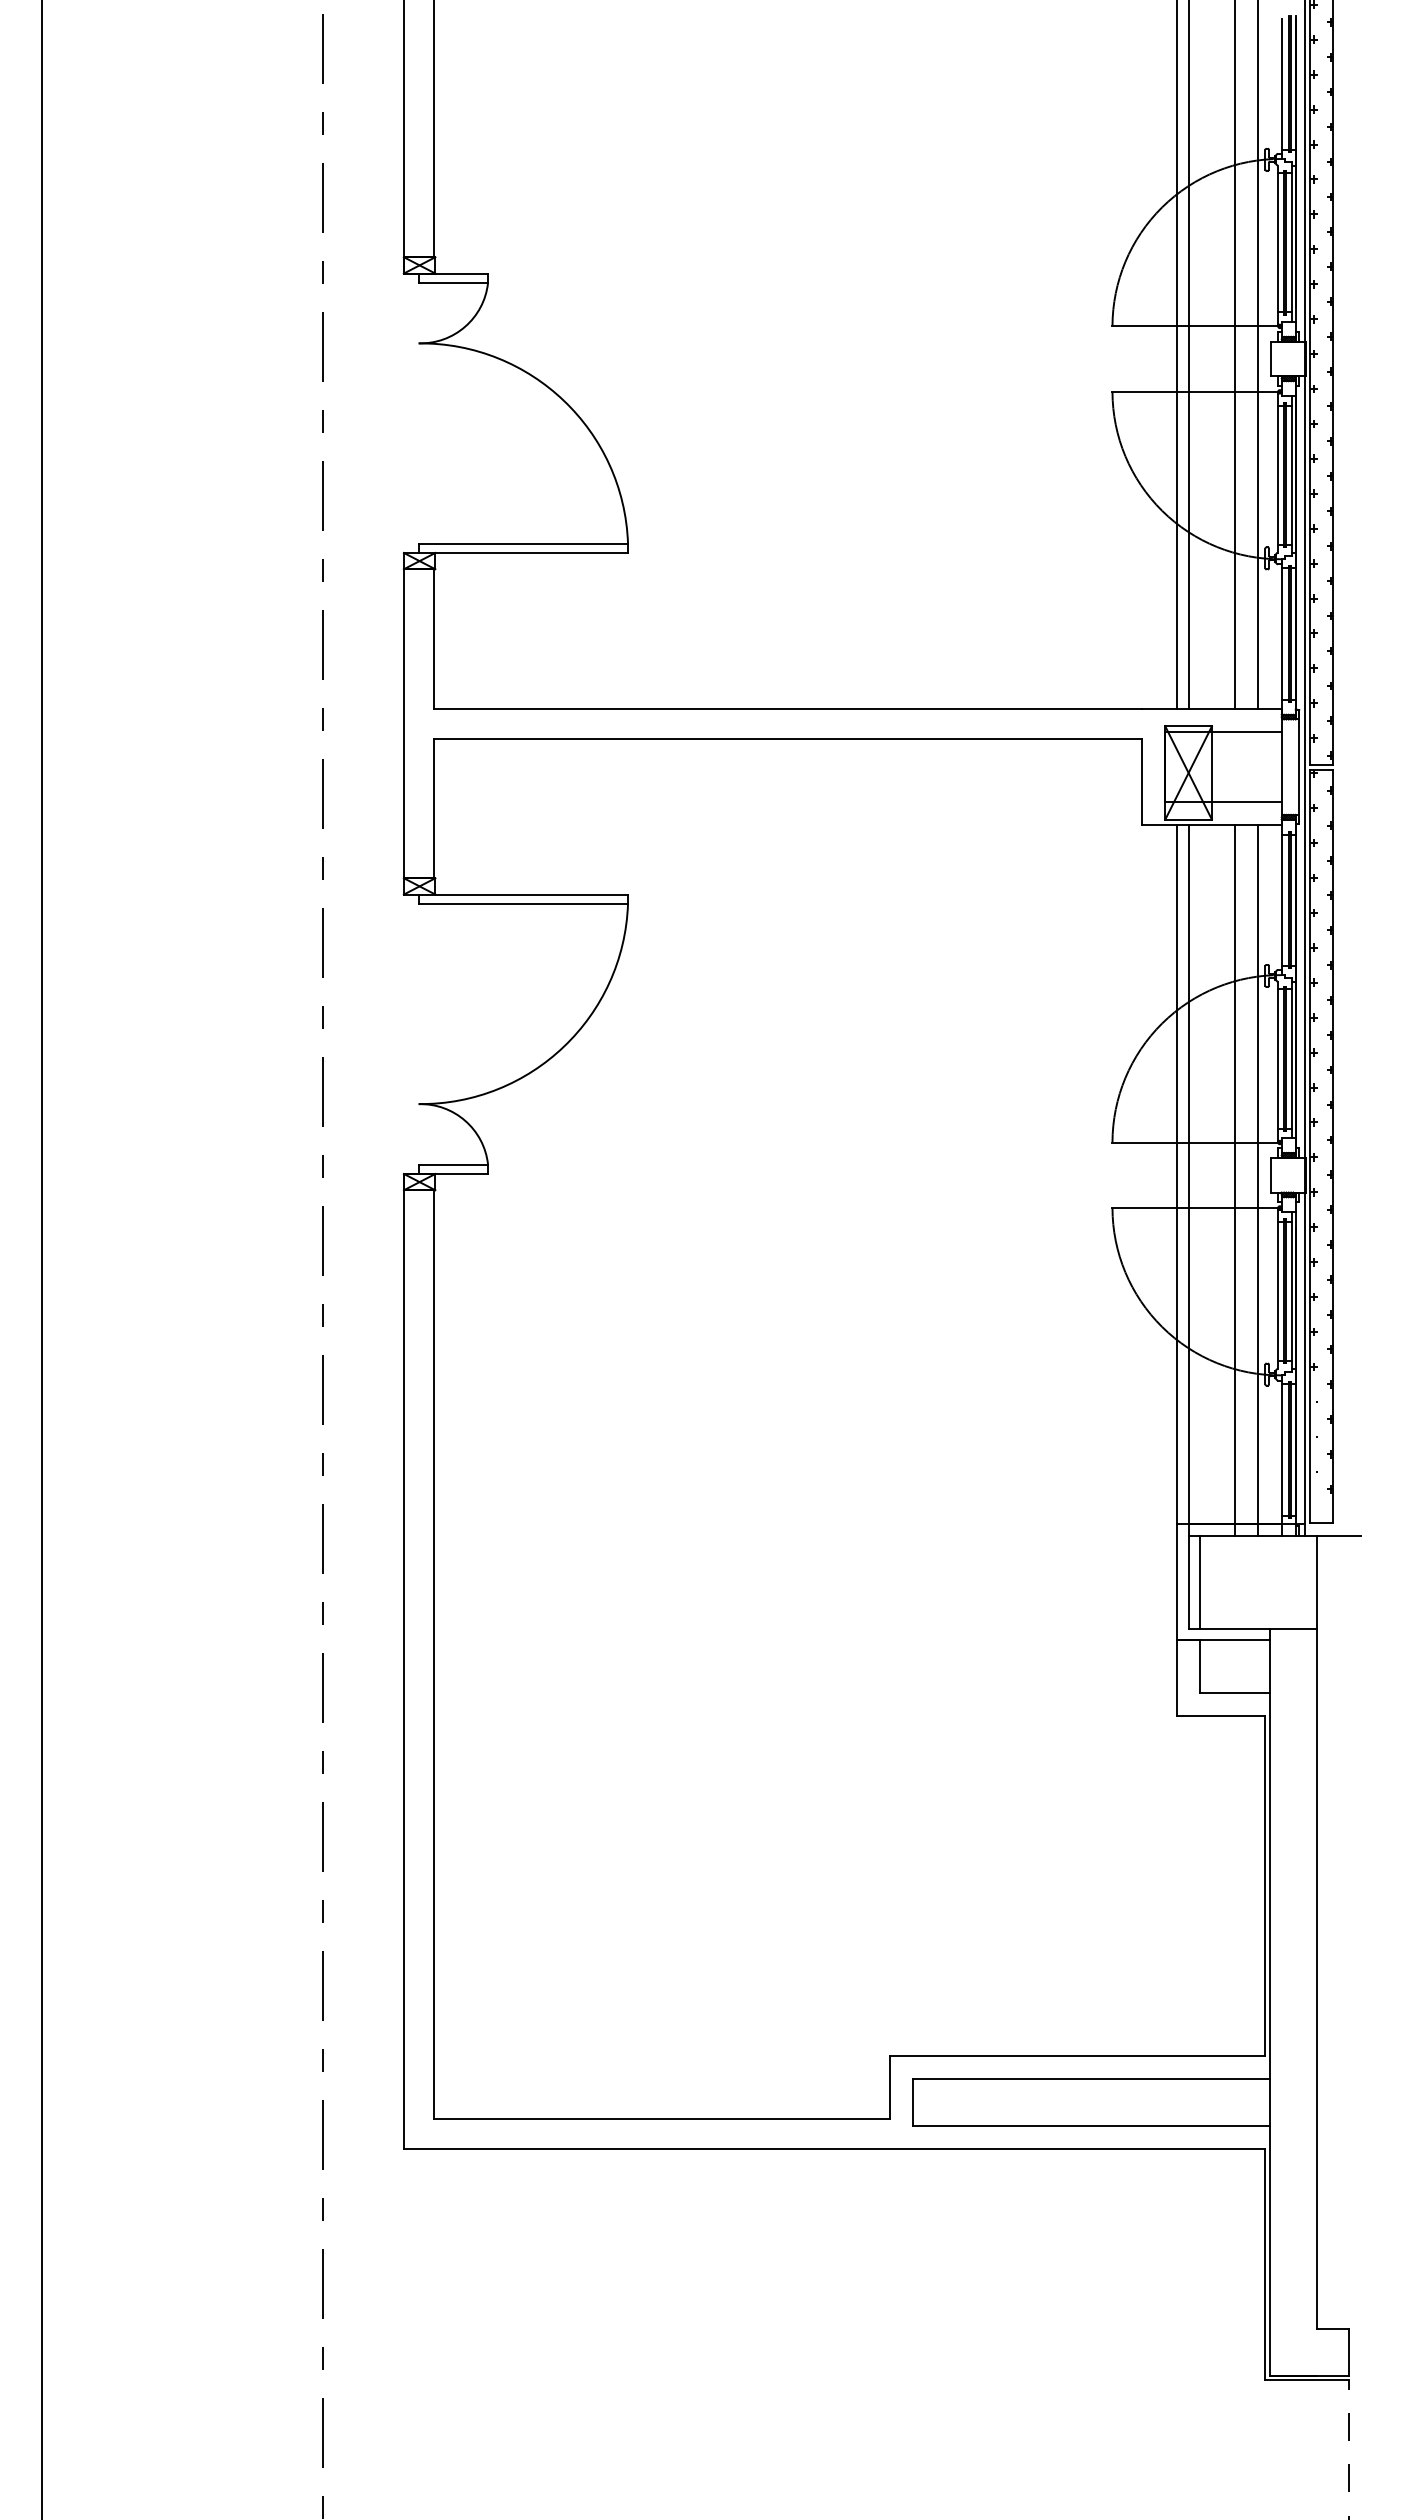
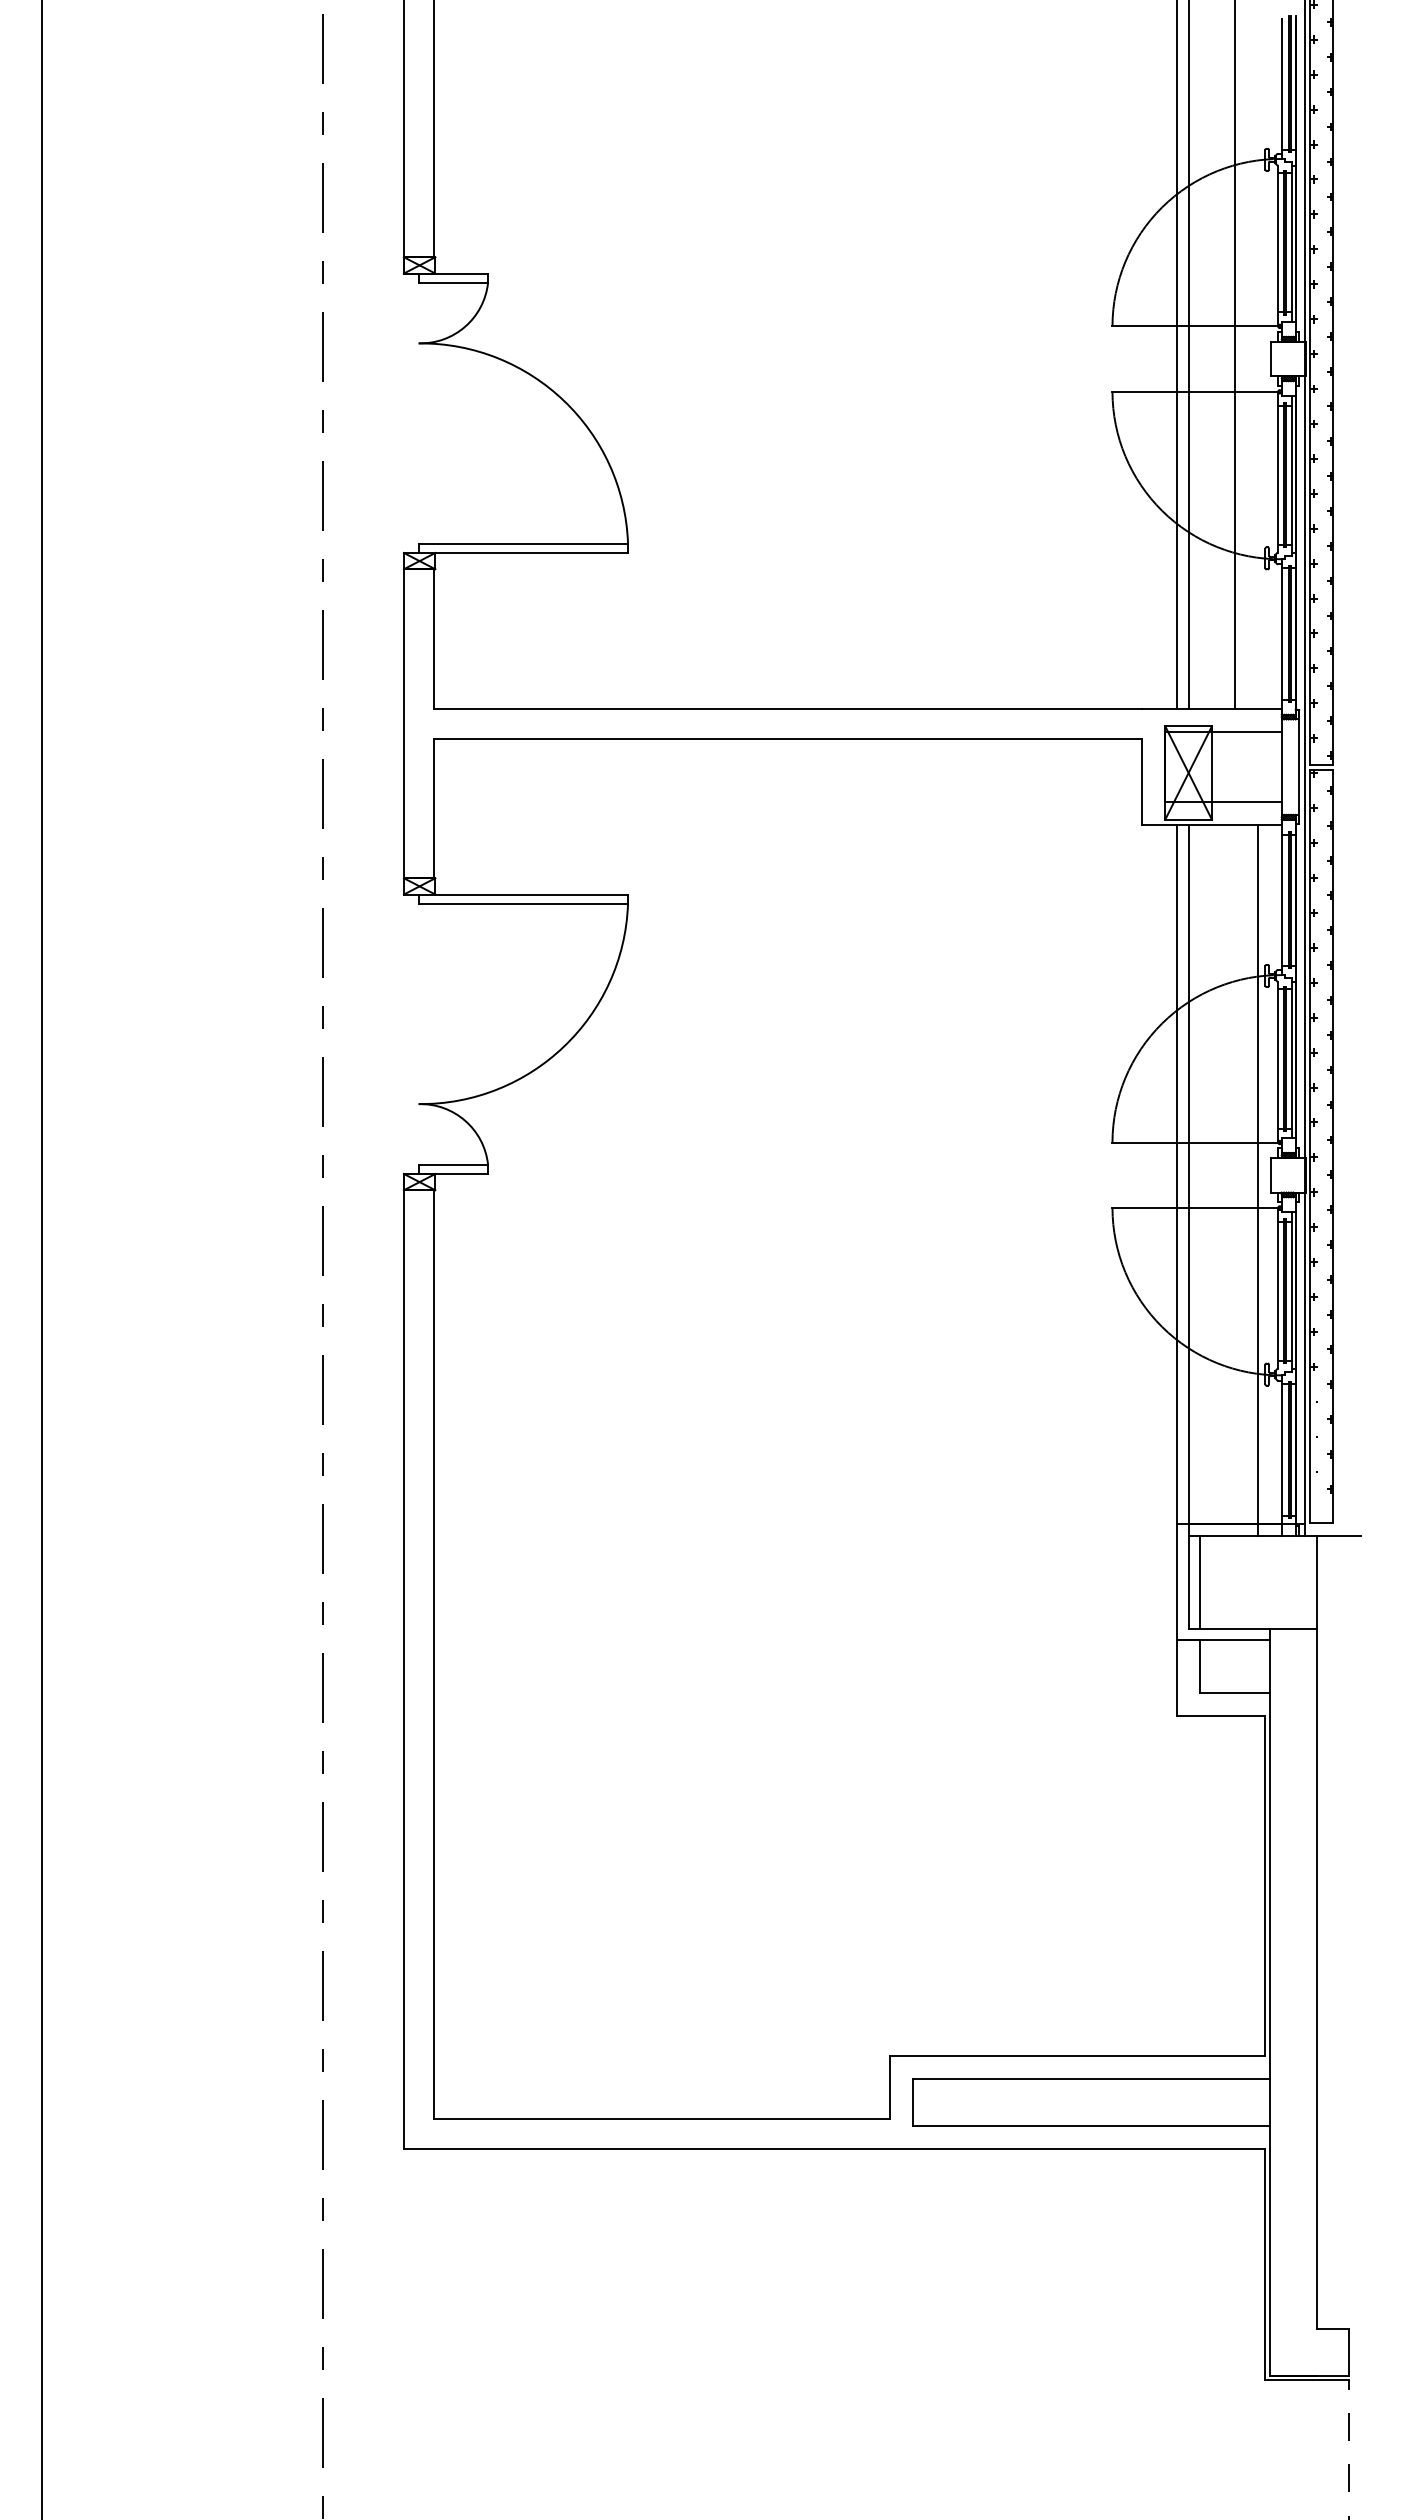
line at (1258, 355): present -> none
line at (1235, 1180): present -> none
